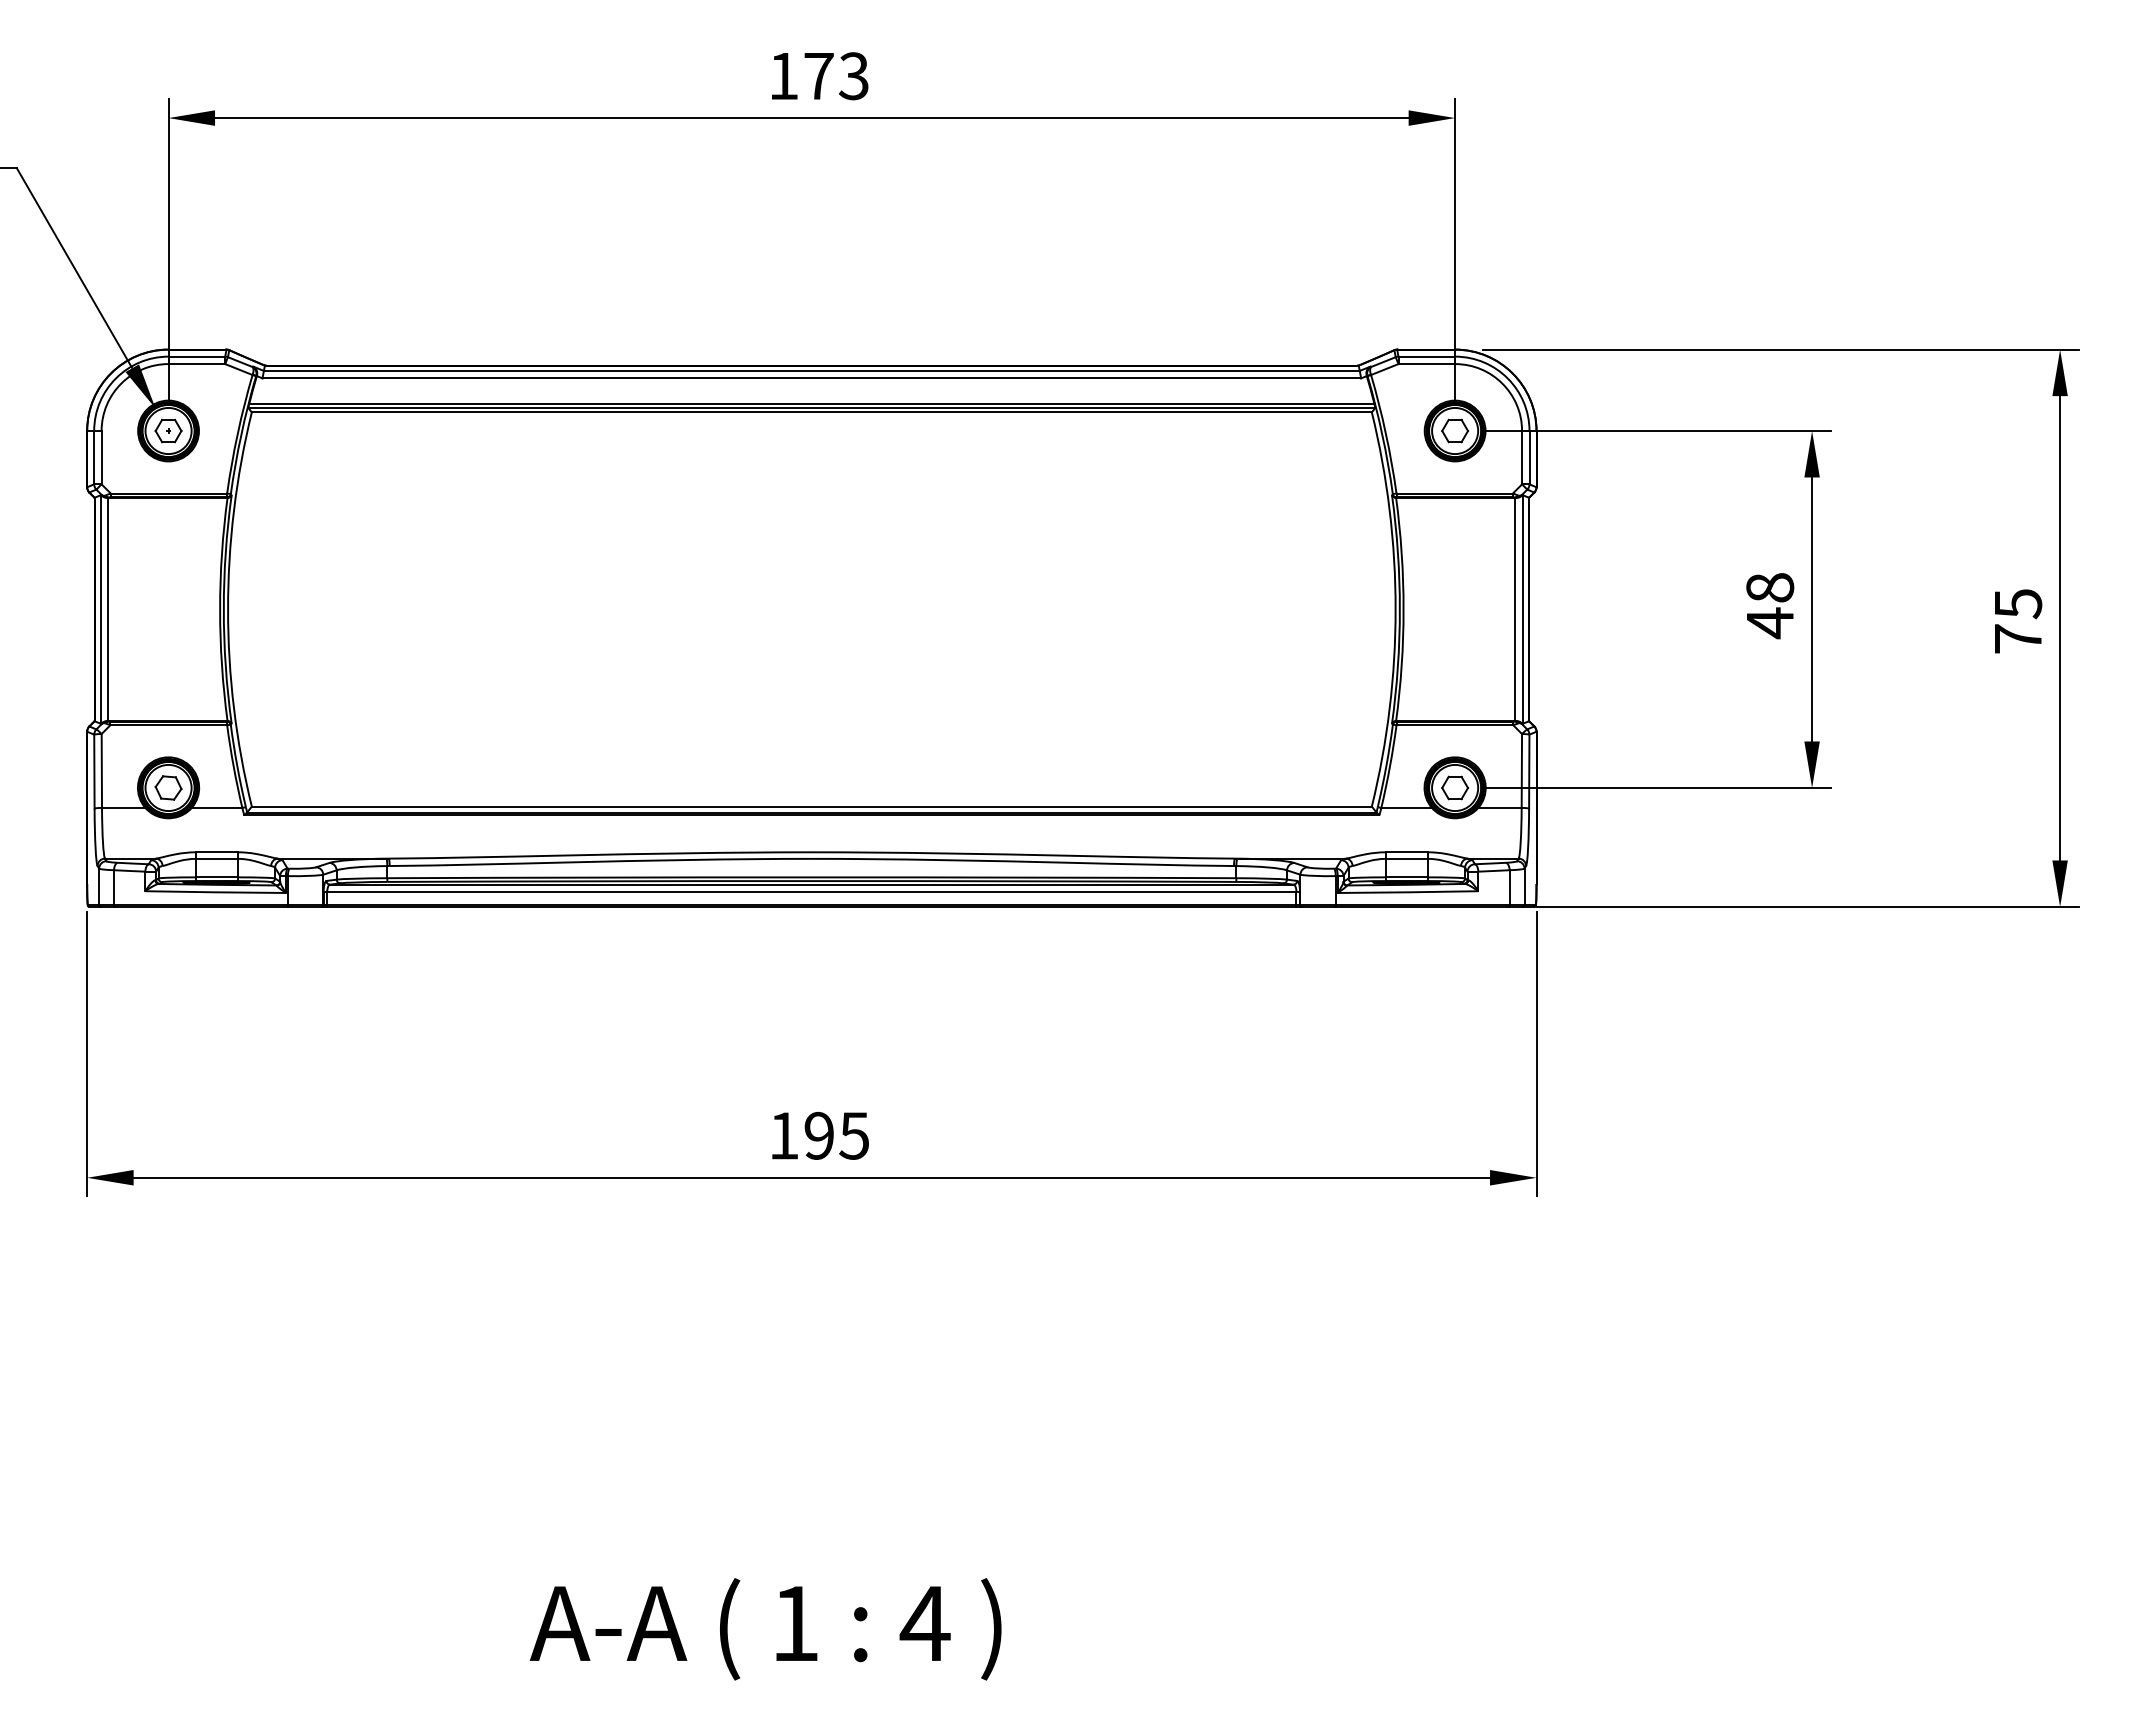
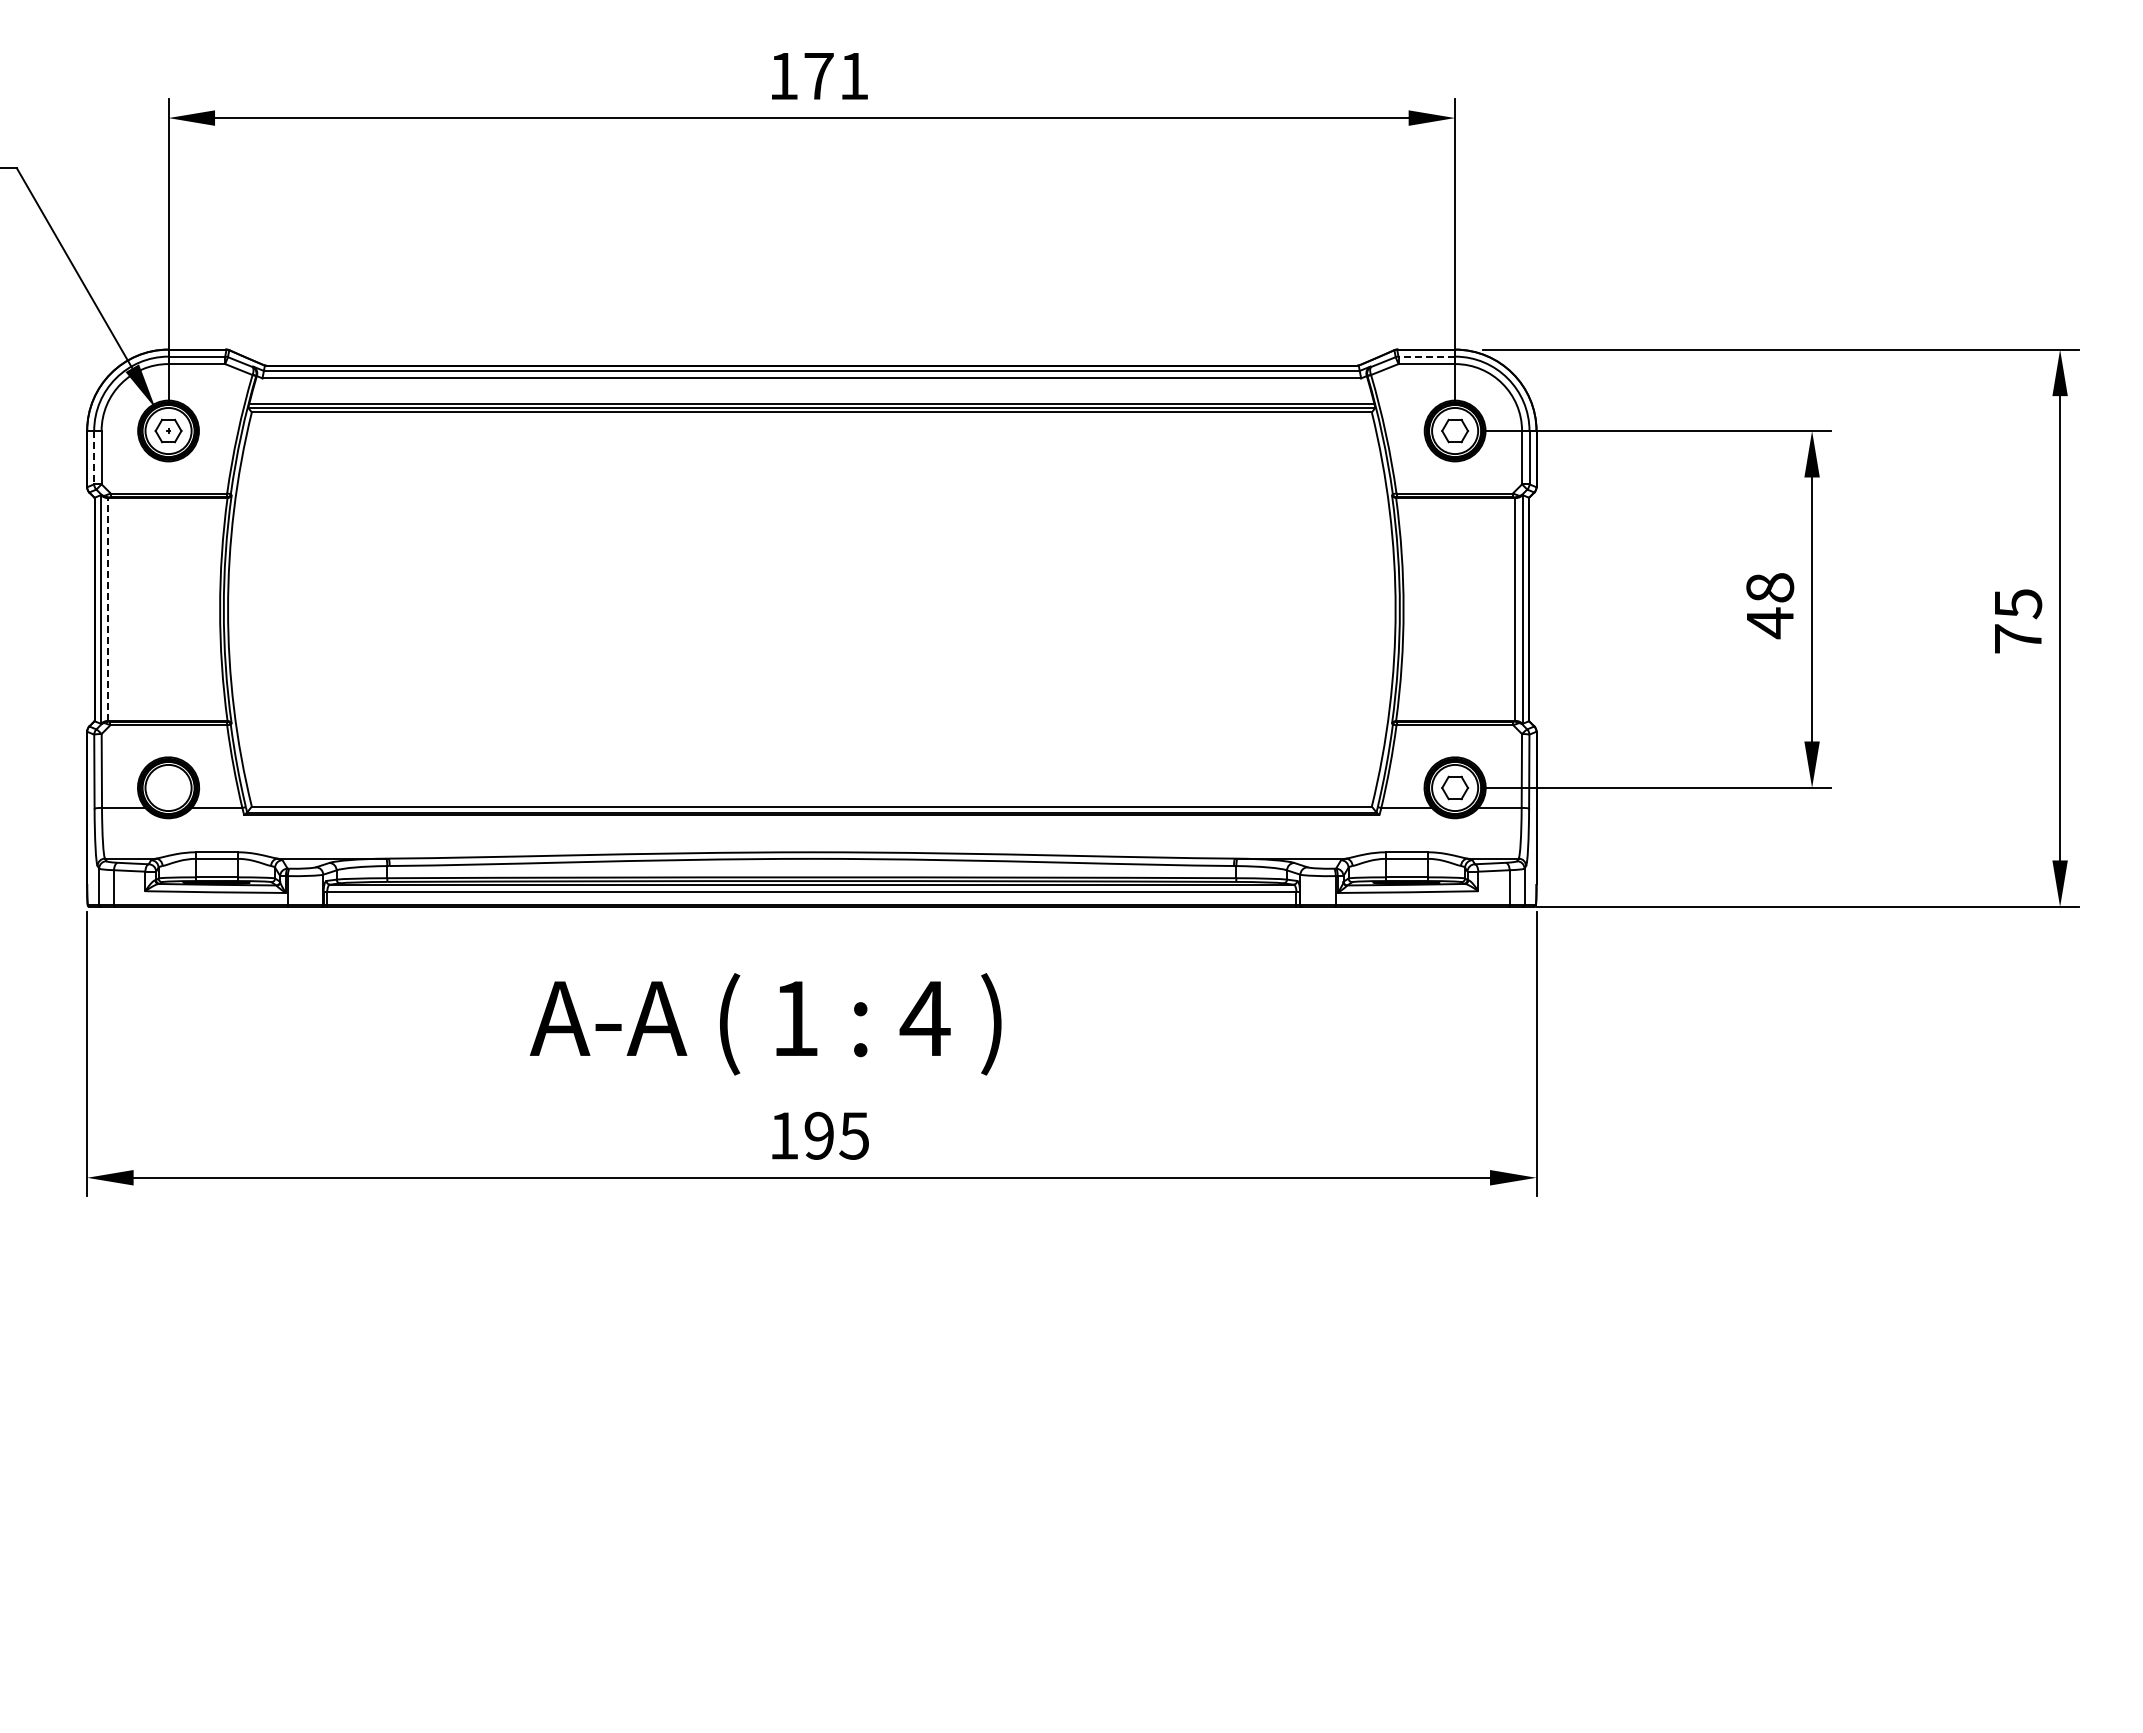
text at (853, 76): 173 -> 171
line at (1426, 356): solid -> dashed
line at (94, 457): solid -> dashed
line at (108, 609): solid -> dashed
part at (168, 787): present -> none
text at (765, 1629) position: (765, 1629) -> (765, 1024)
